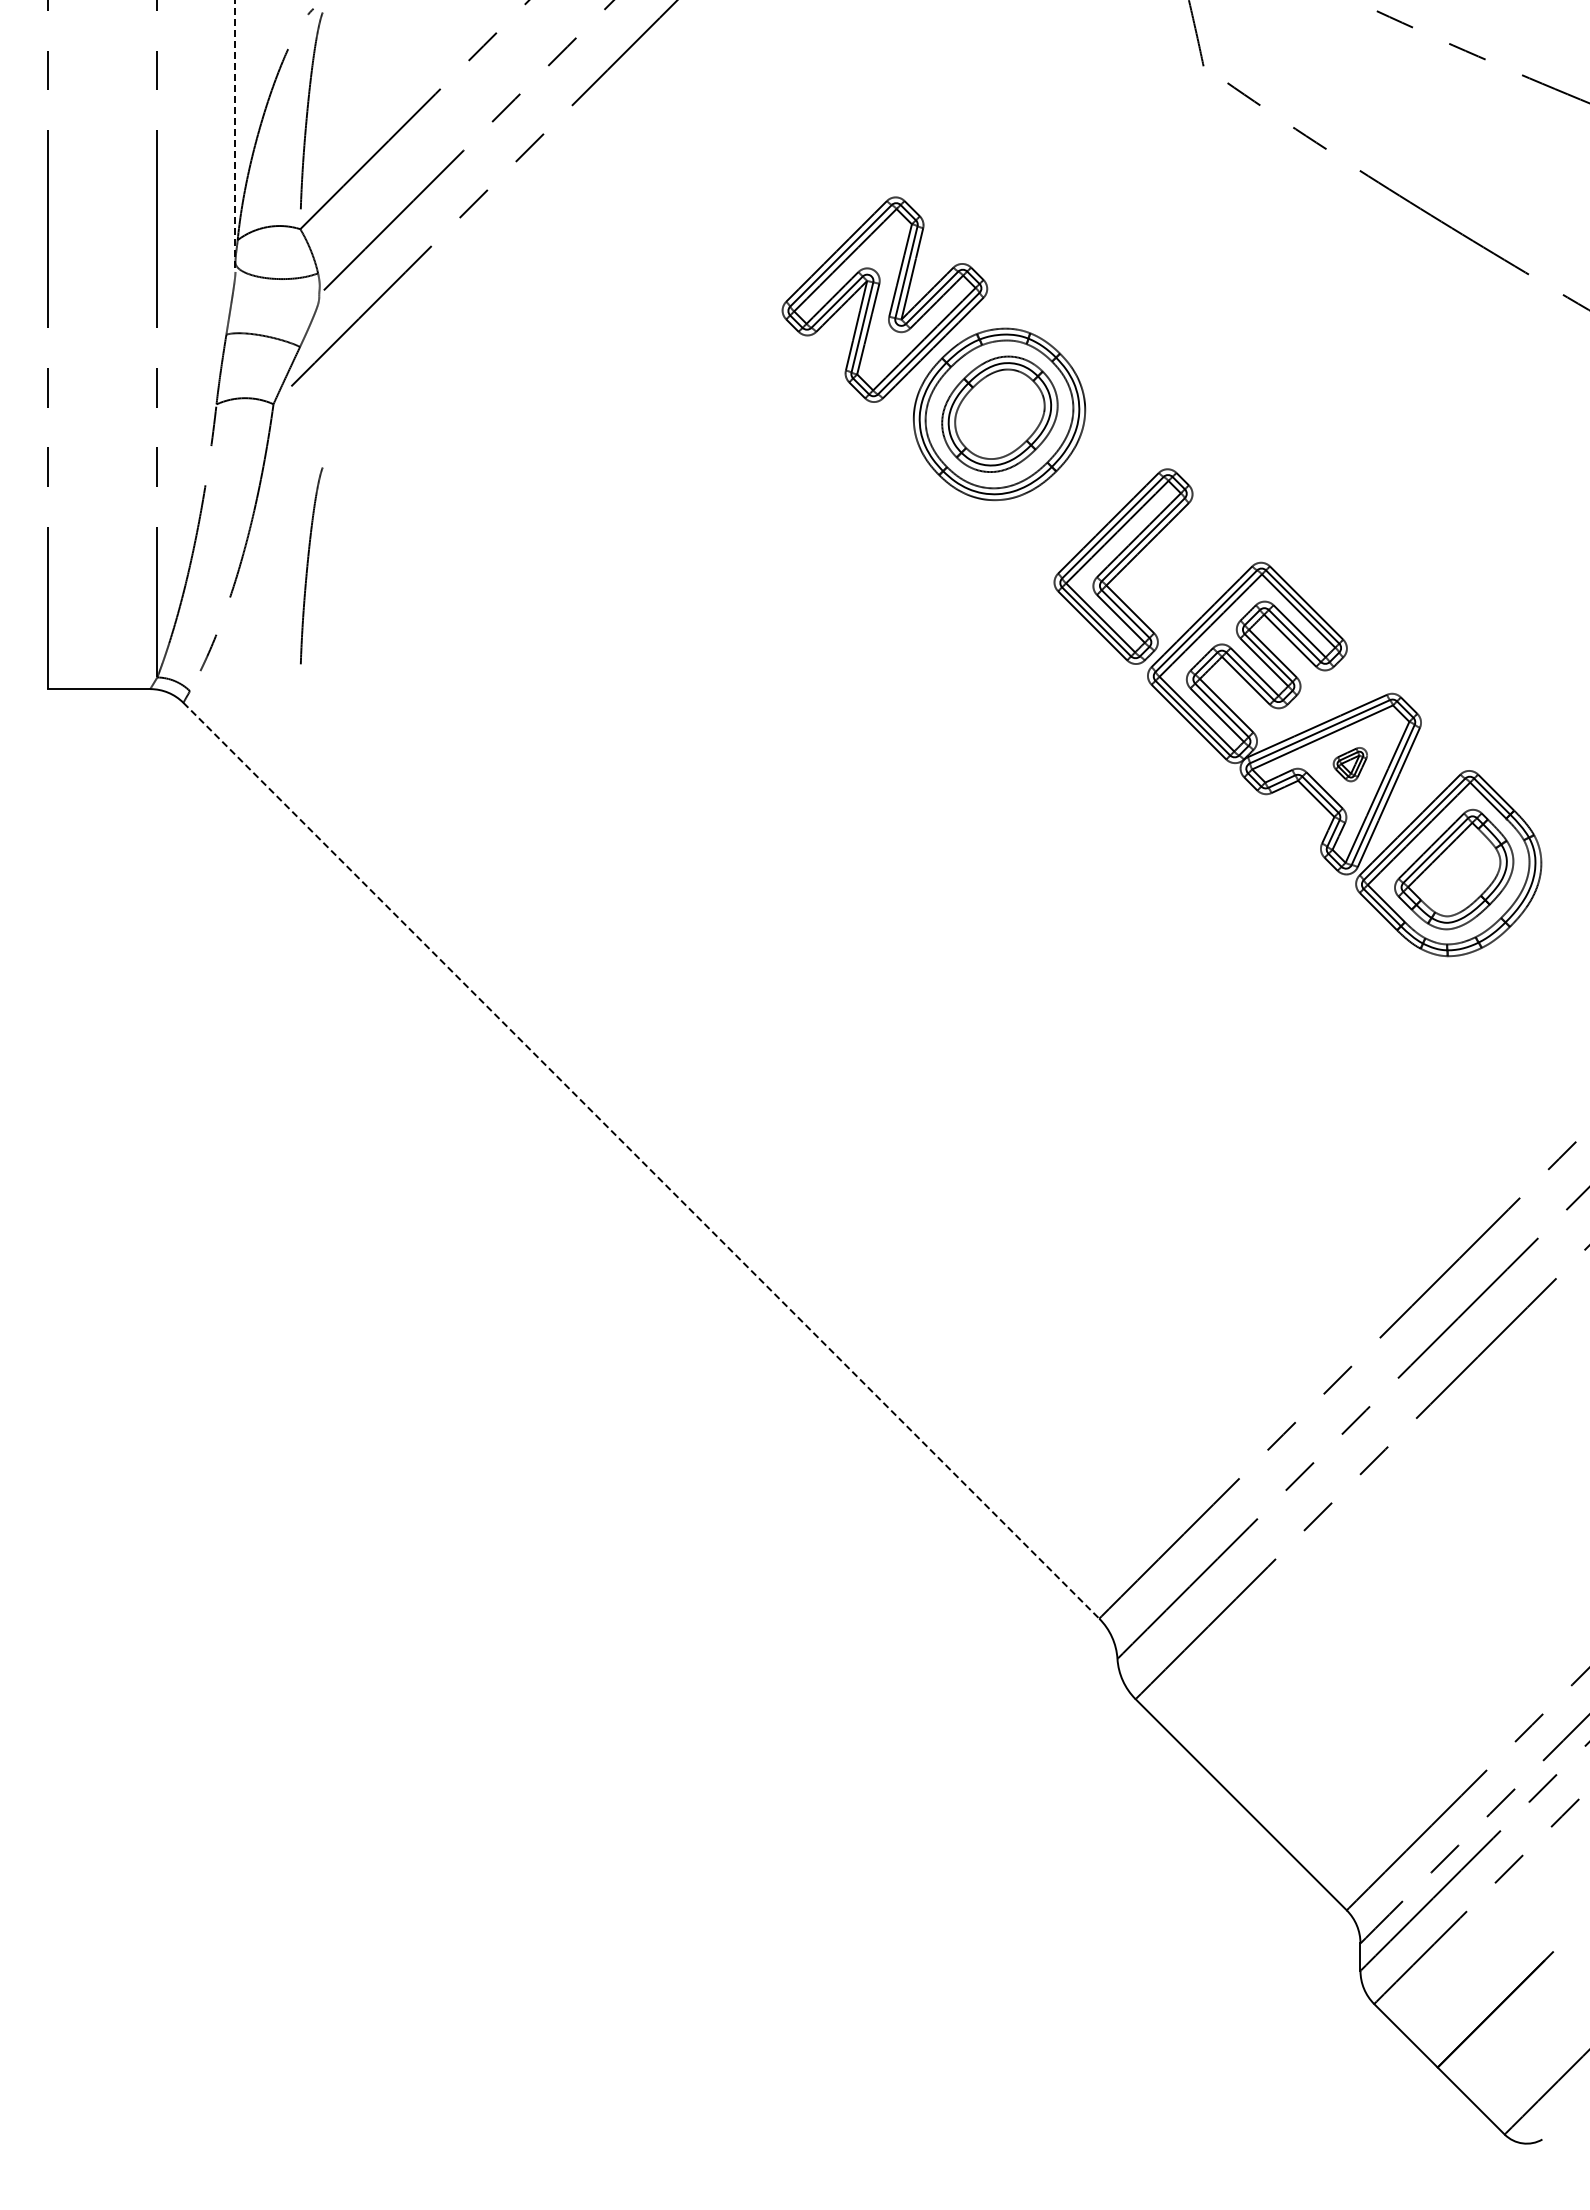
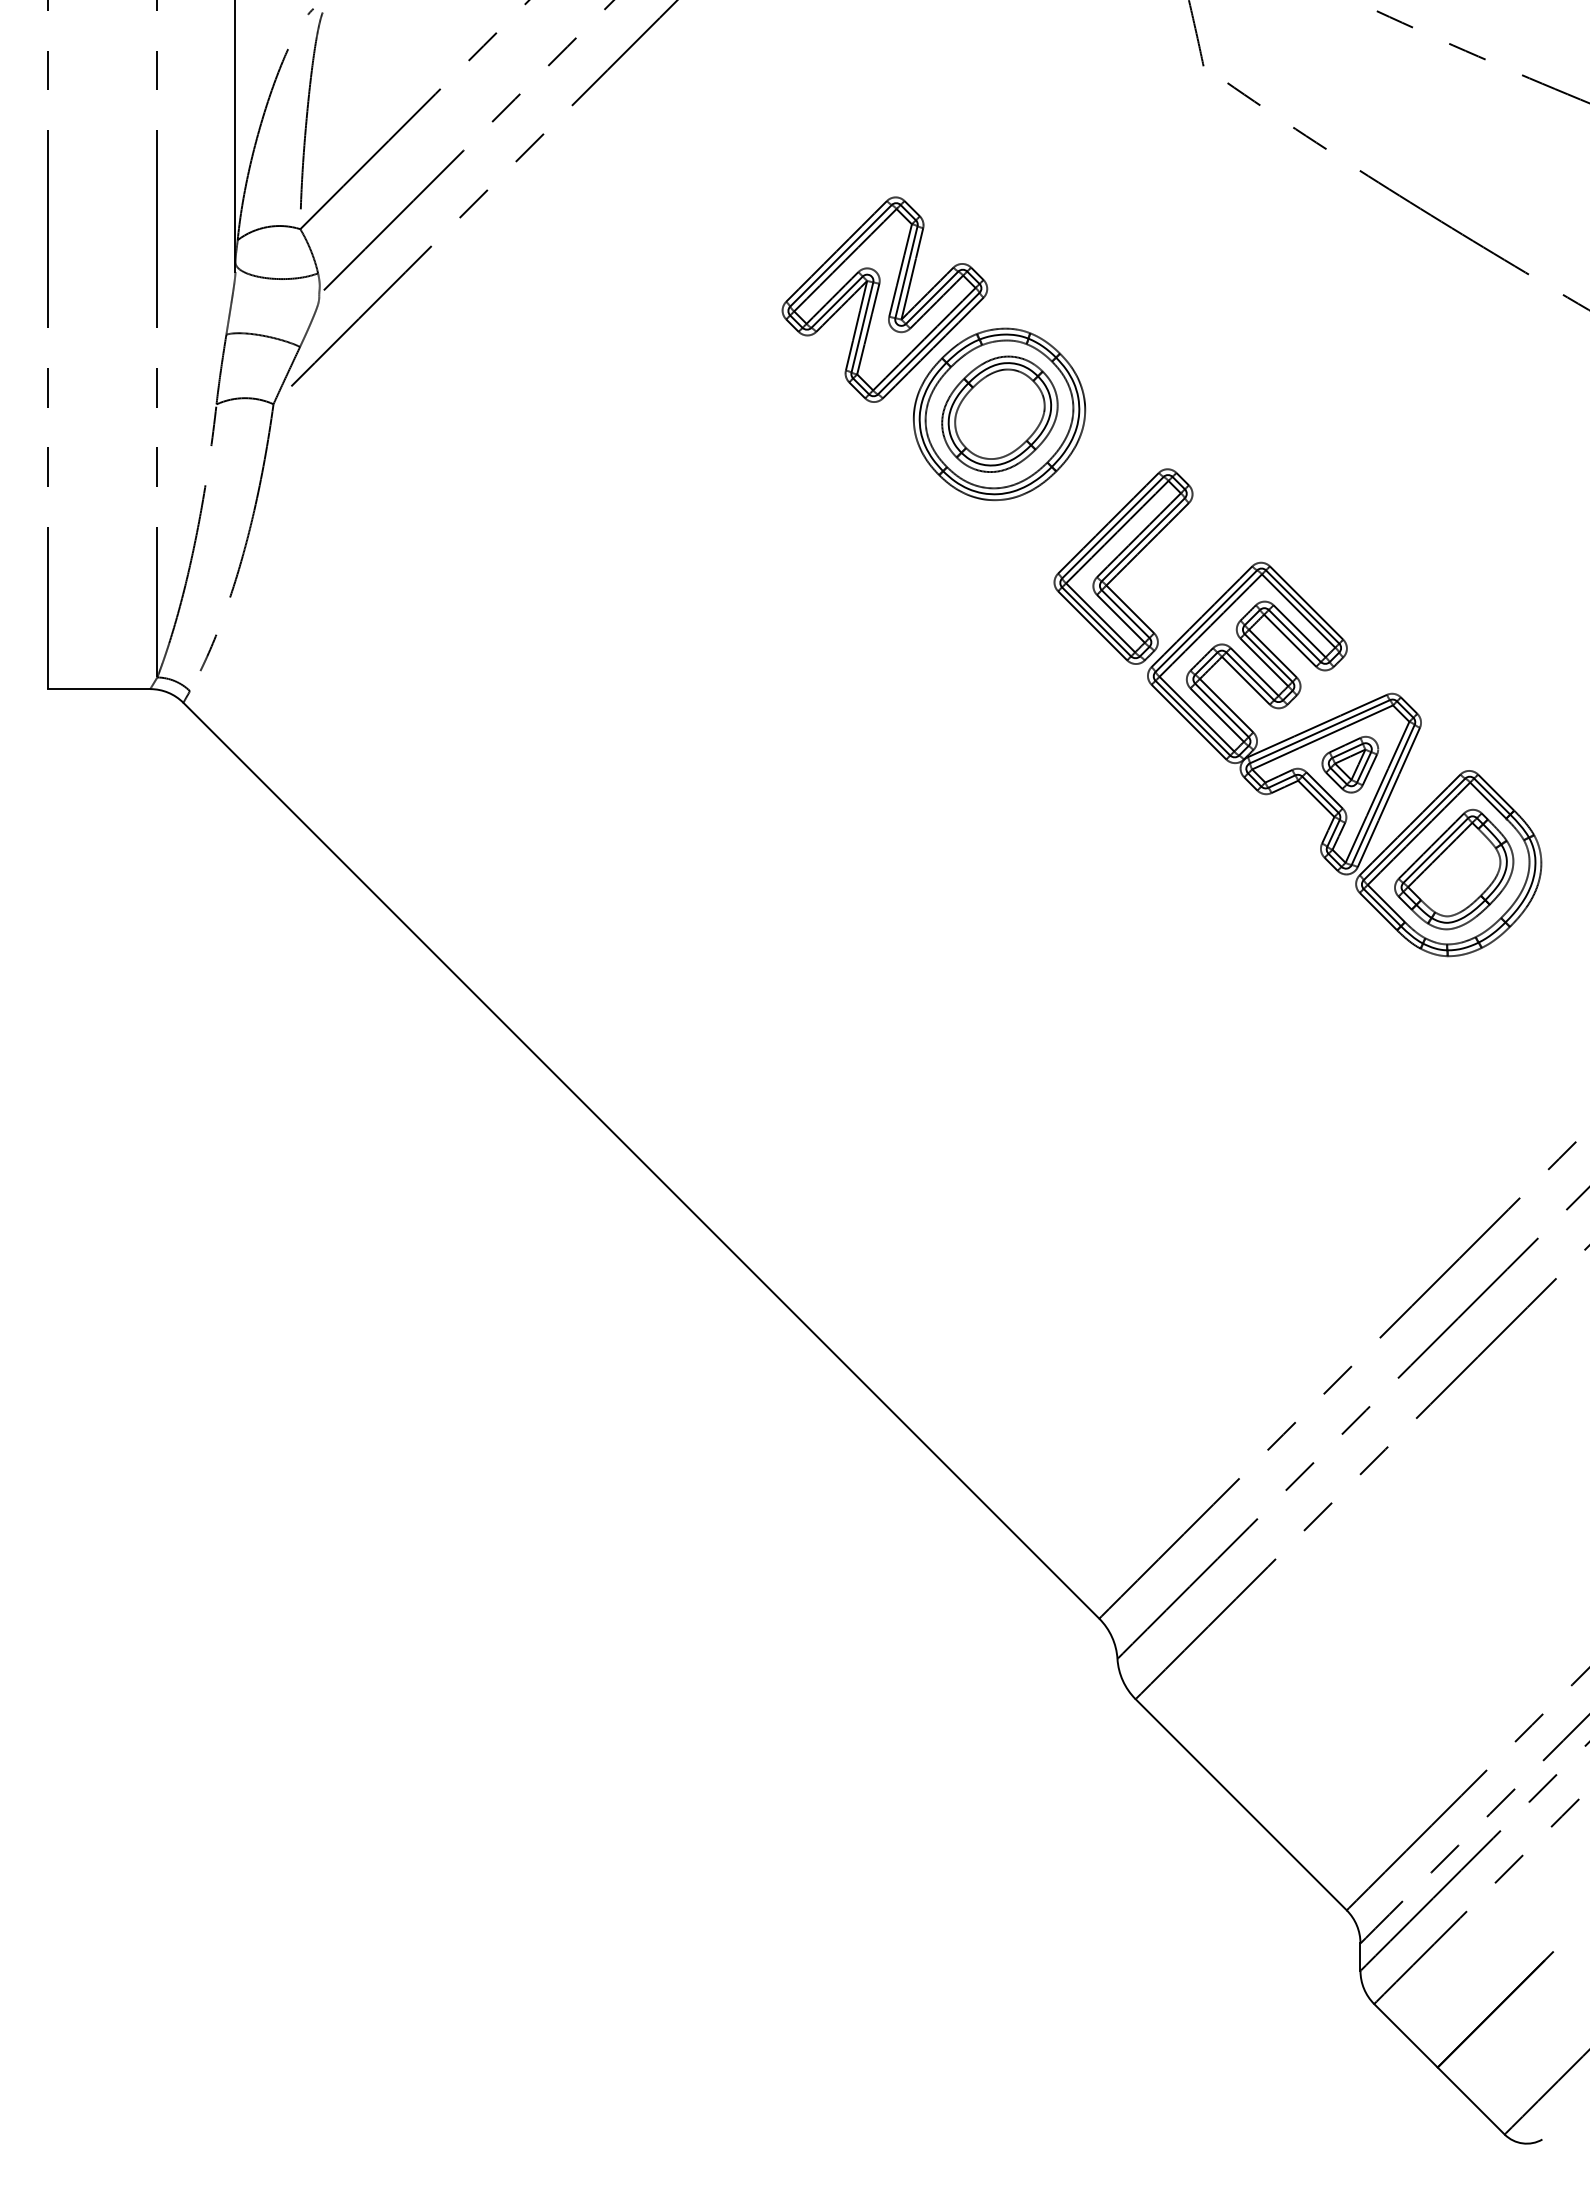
line at (235, 136): dashed -> solid
curve at (308, 565): present -> none
part at (1349, 764) size: 36x36 px -> 59x59 px
line at (641, 1160): dashed -> solid
